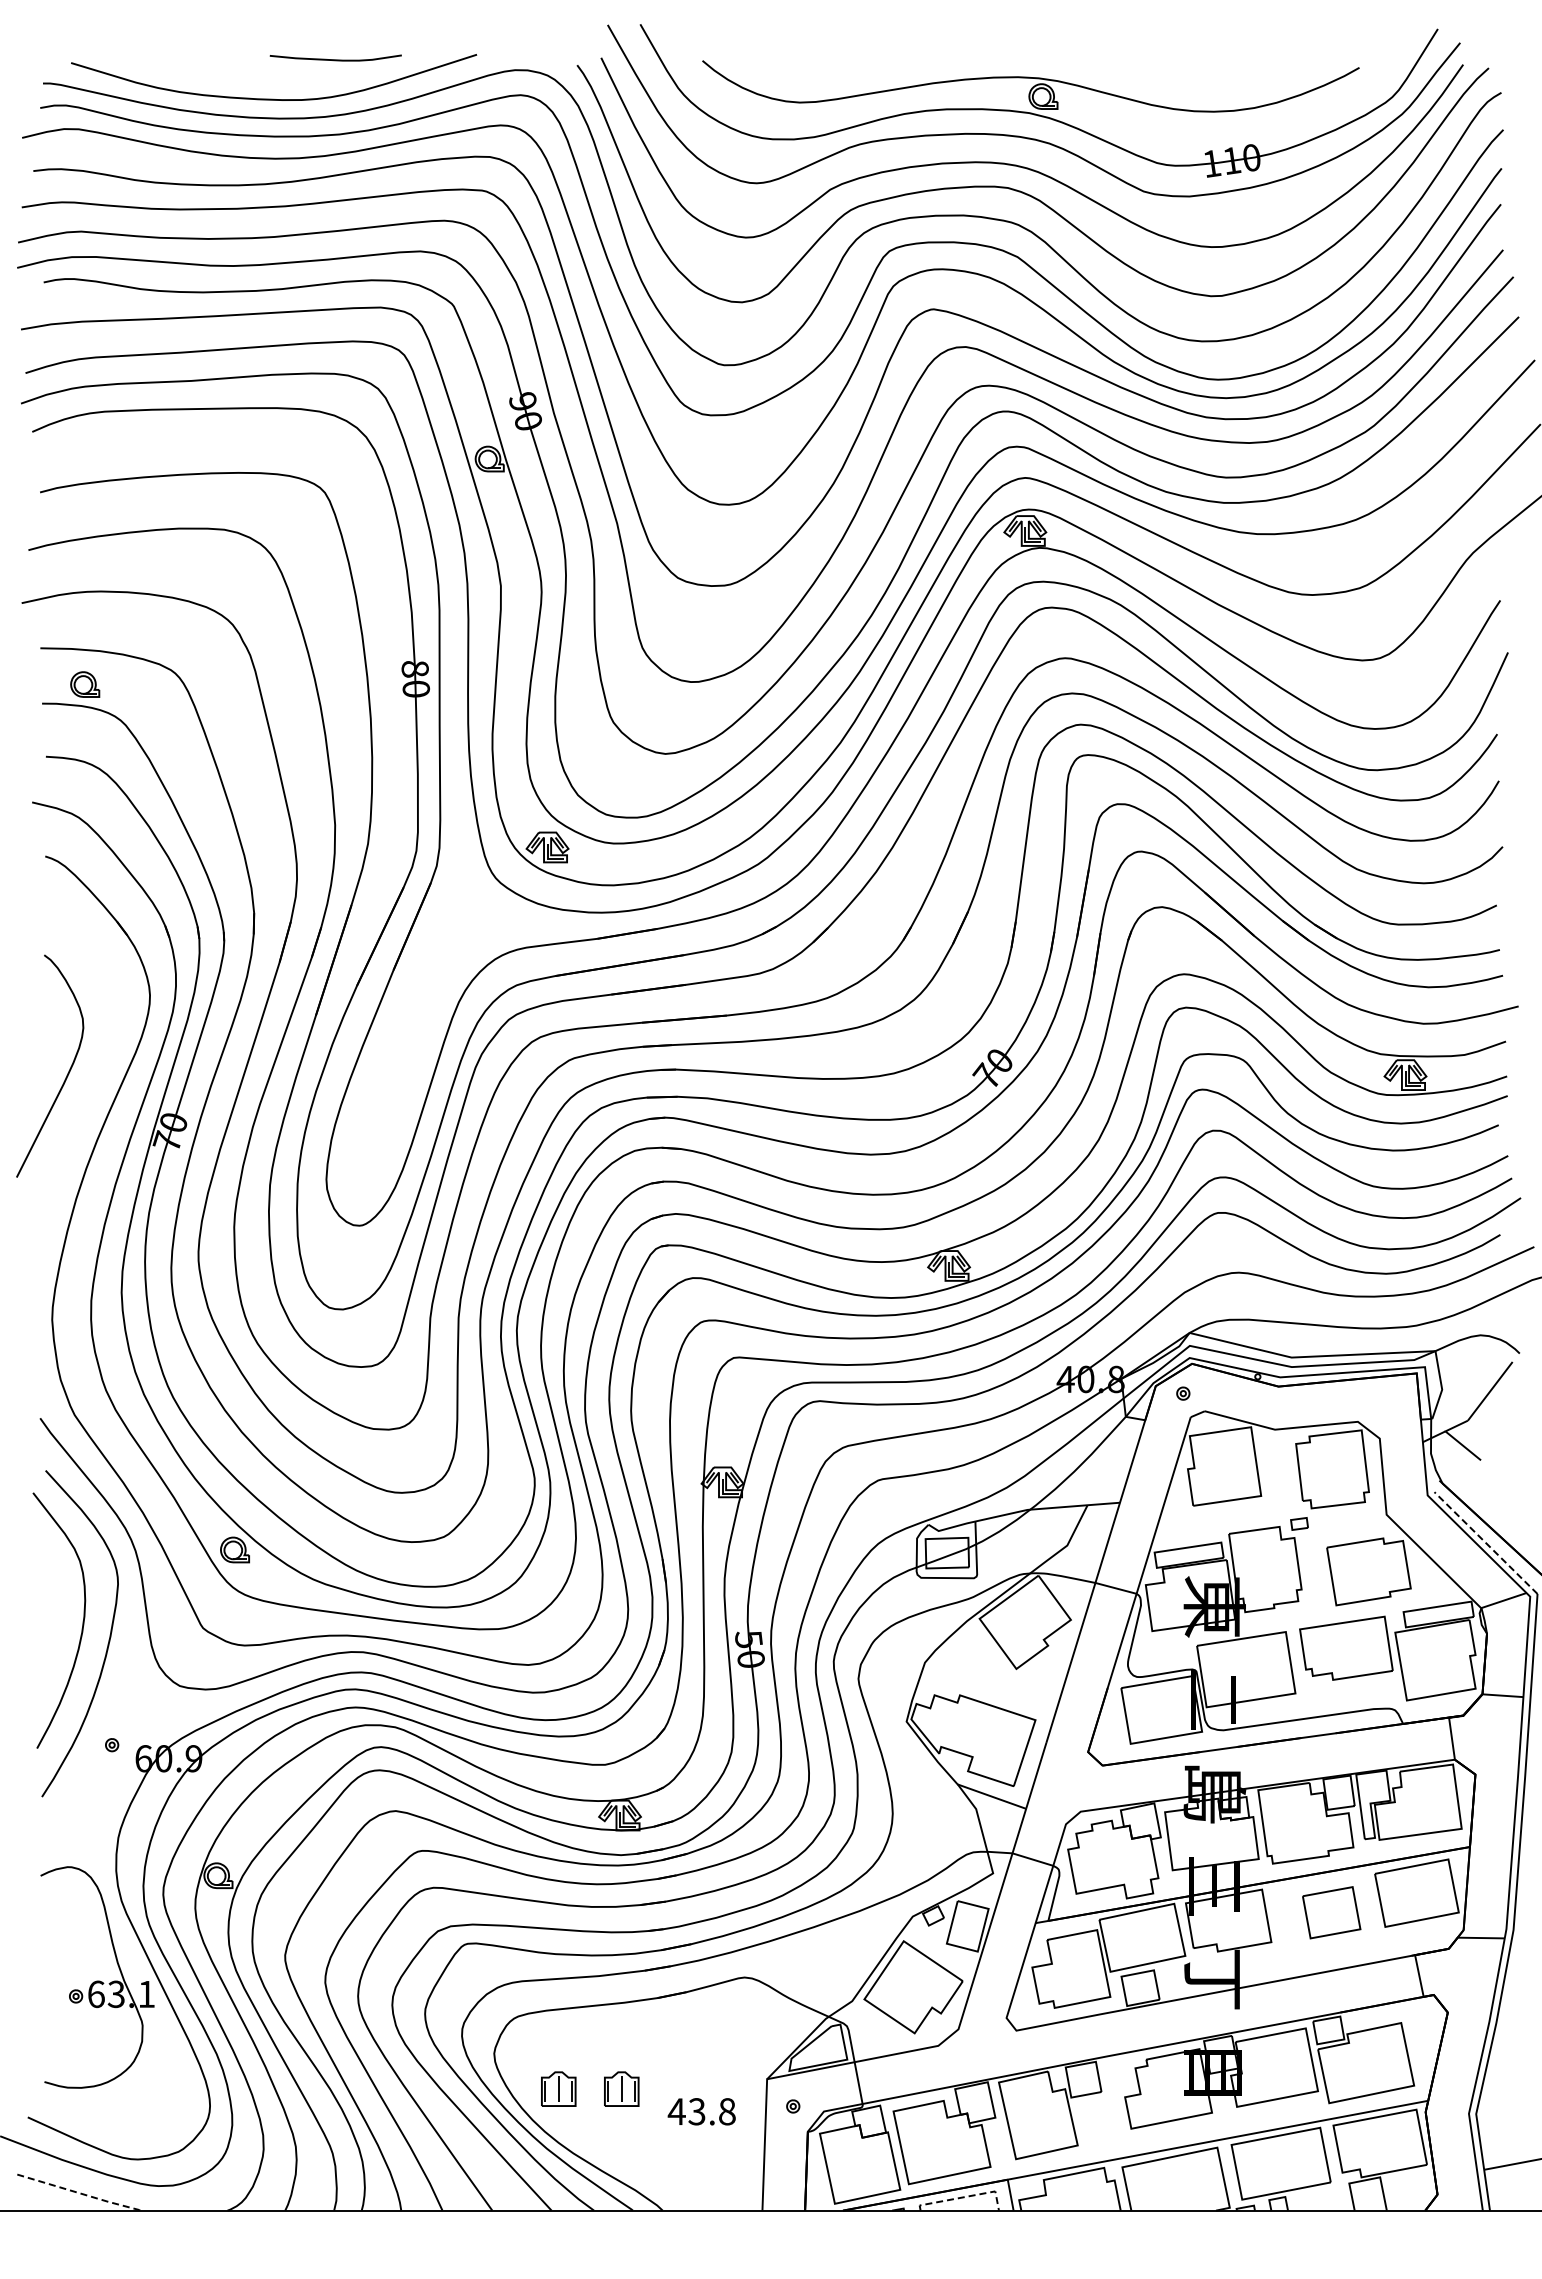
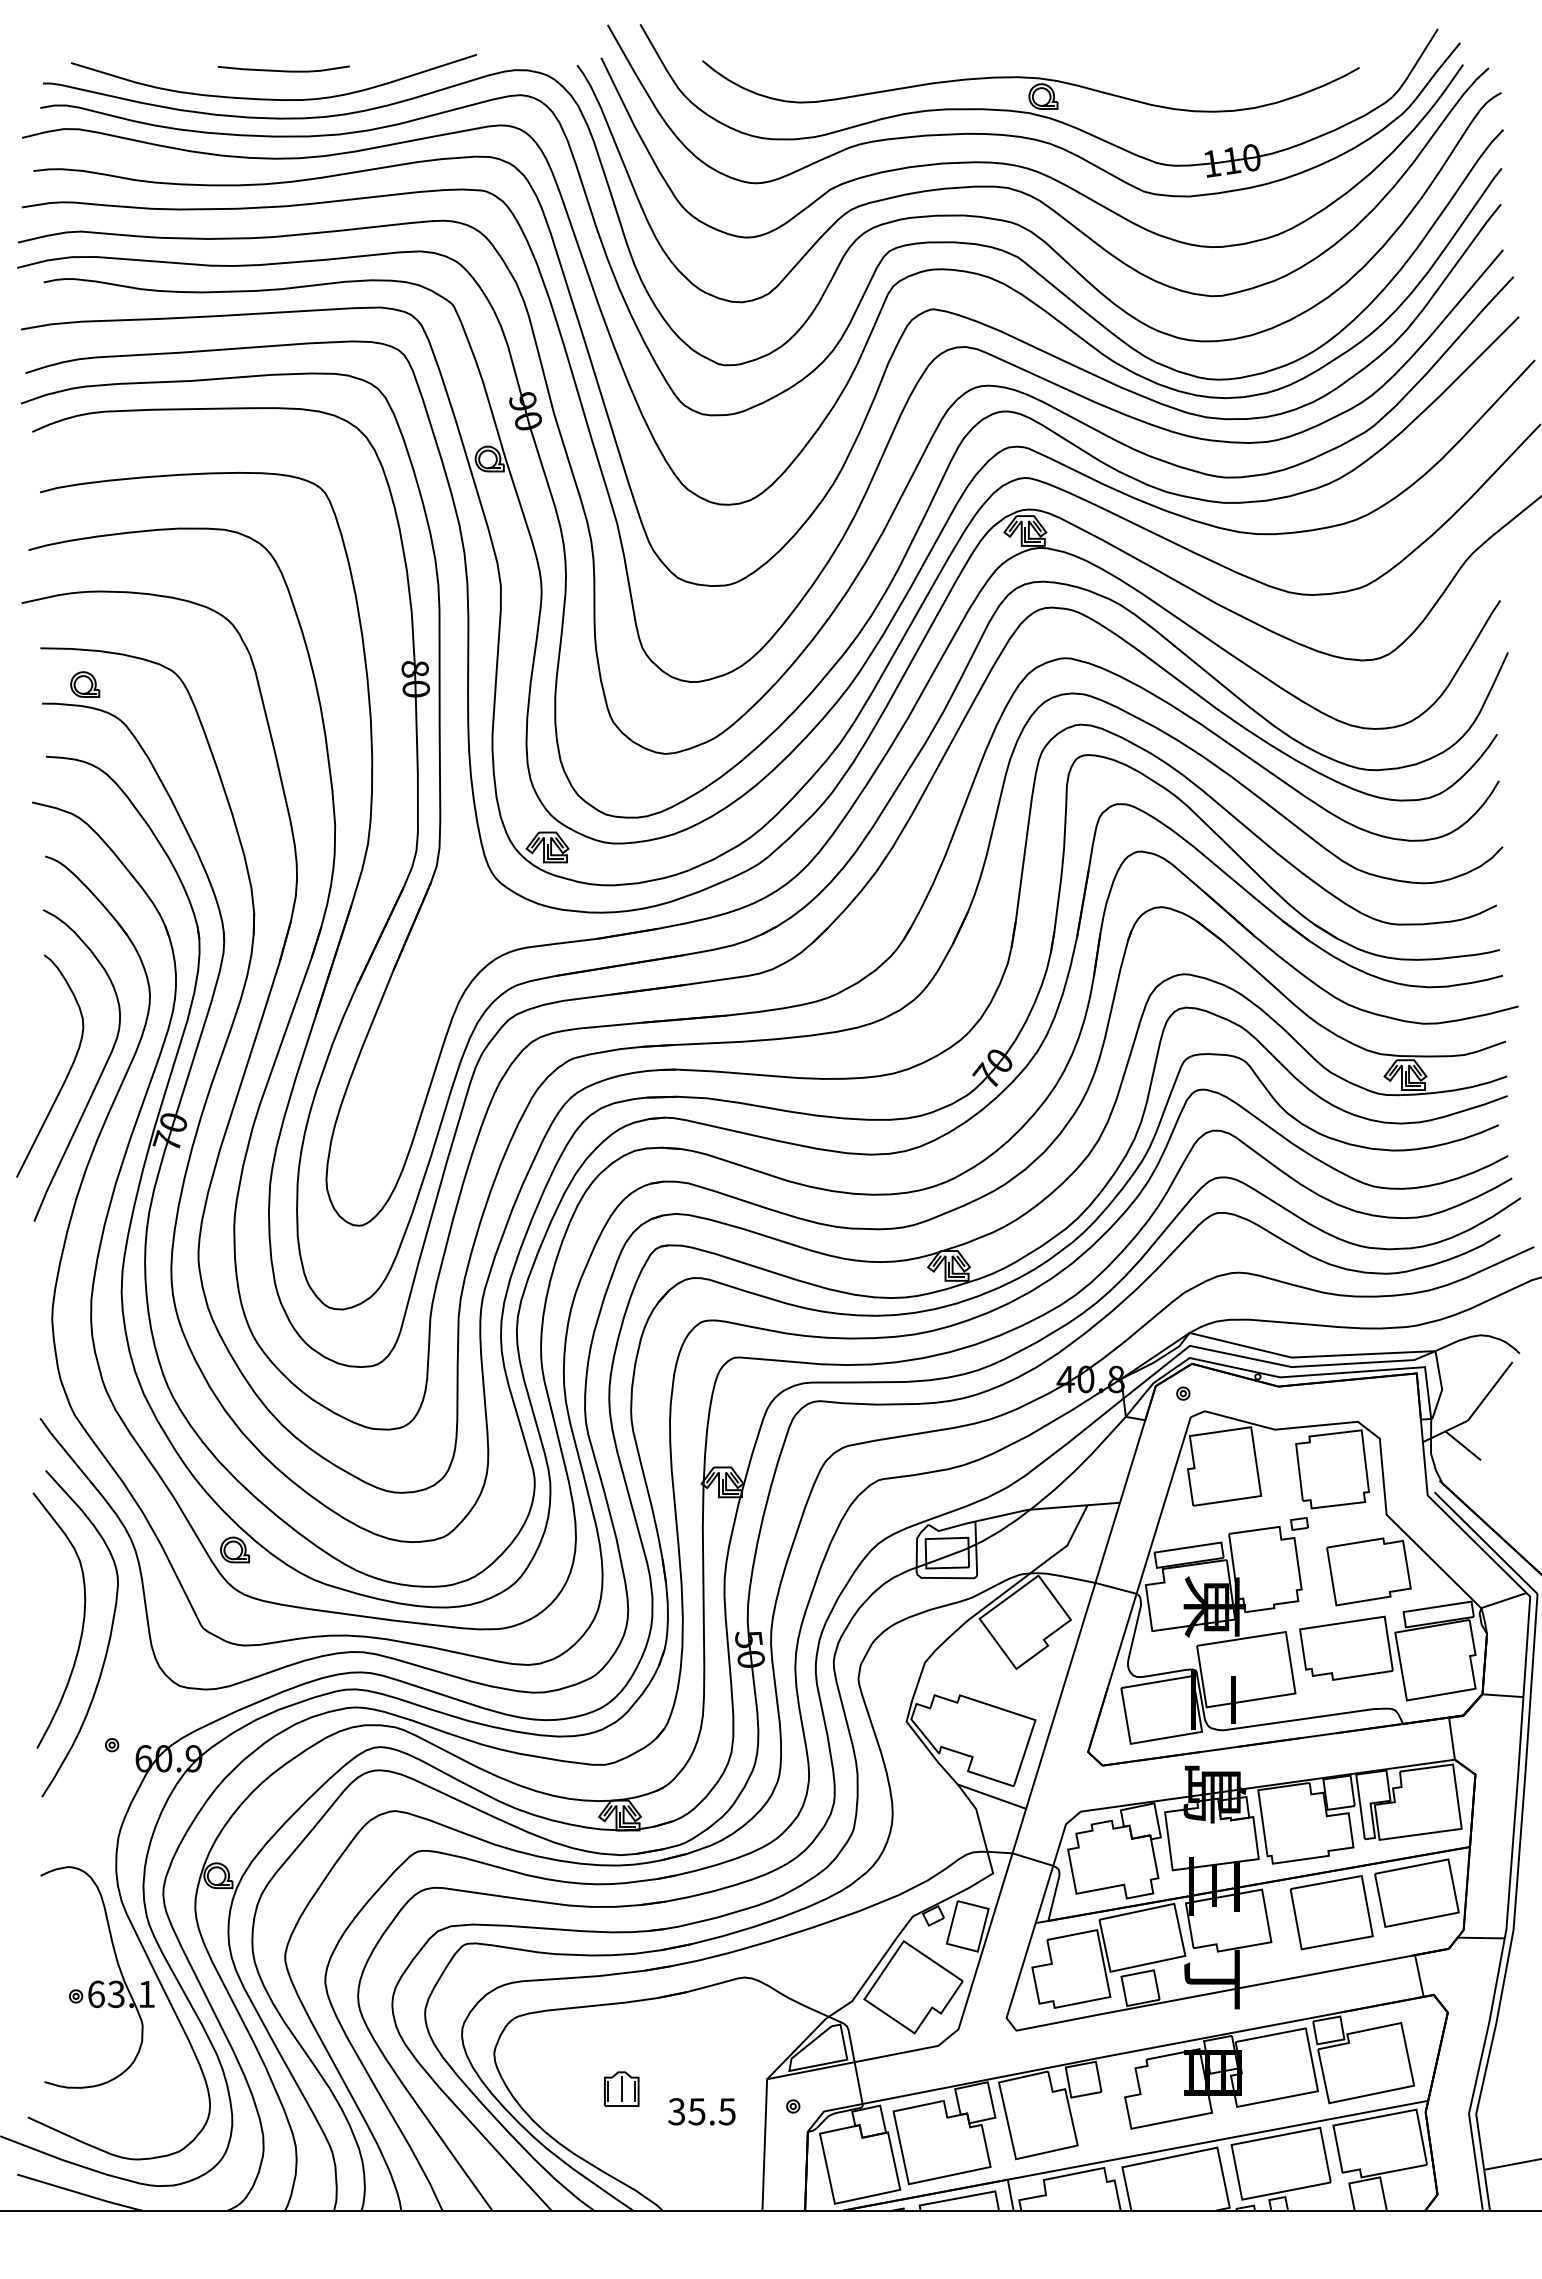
curve at (335, 59) position: (335, 59) -> (283, 70)
curve at (98, 1077): none -> present
line at (1486, 1543): dashed -> solid
part at (1331, 1912) size: 60x54 px -> 85x76 px
part at (558, 2088): present -> none
text at (701, 2111): 43.8 -> 35.5
line at (80, 2193): dashed -> solid
line at (964, 2197): dashed -> solid
